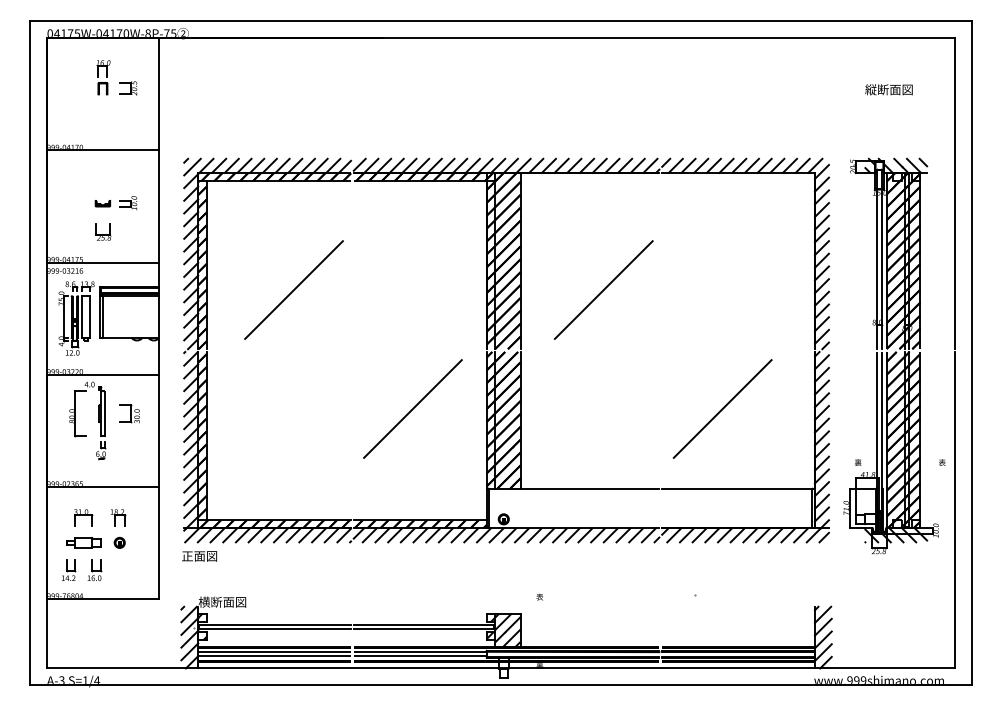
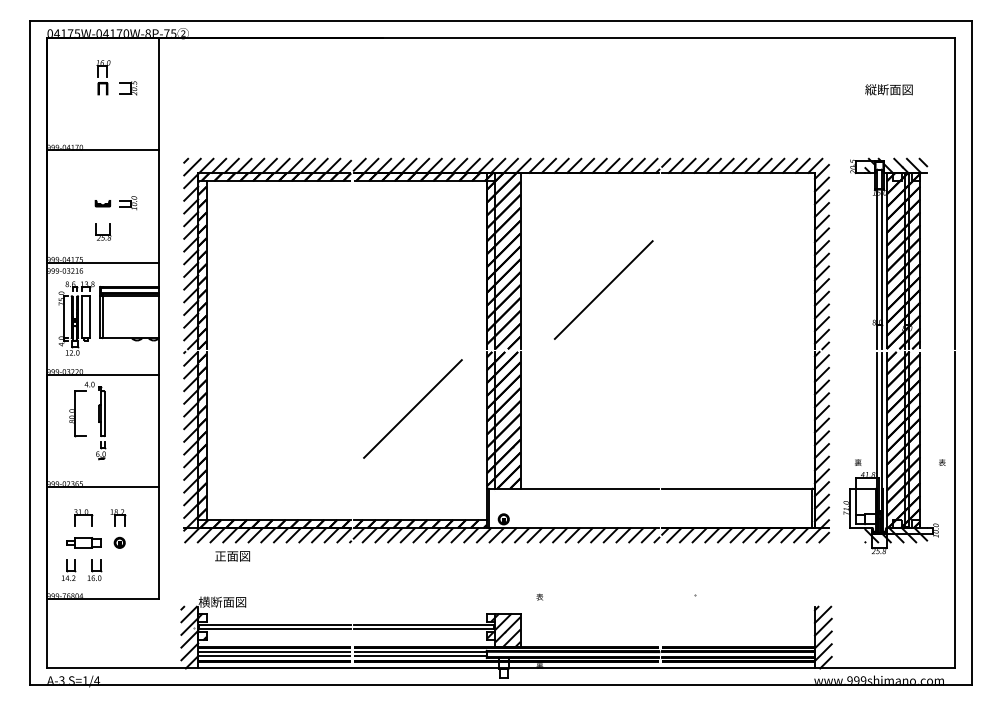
line at (293, 289): present -> none
line at (722, 408): present -> none
part at (129, 413): present -> none
text at (199, 556) position: (199, 556) -> (232, 556)
